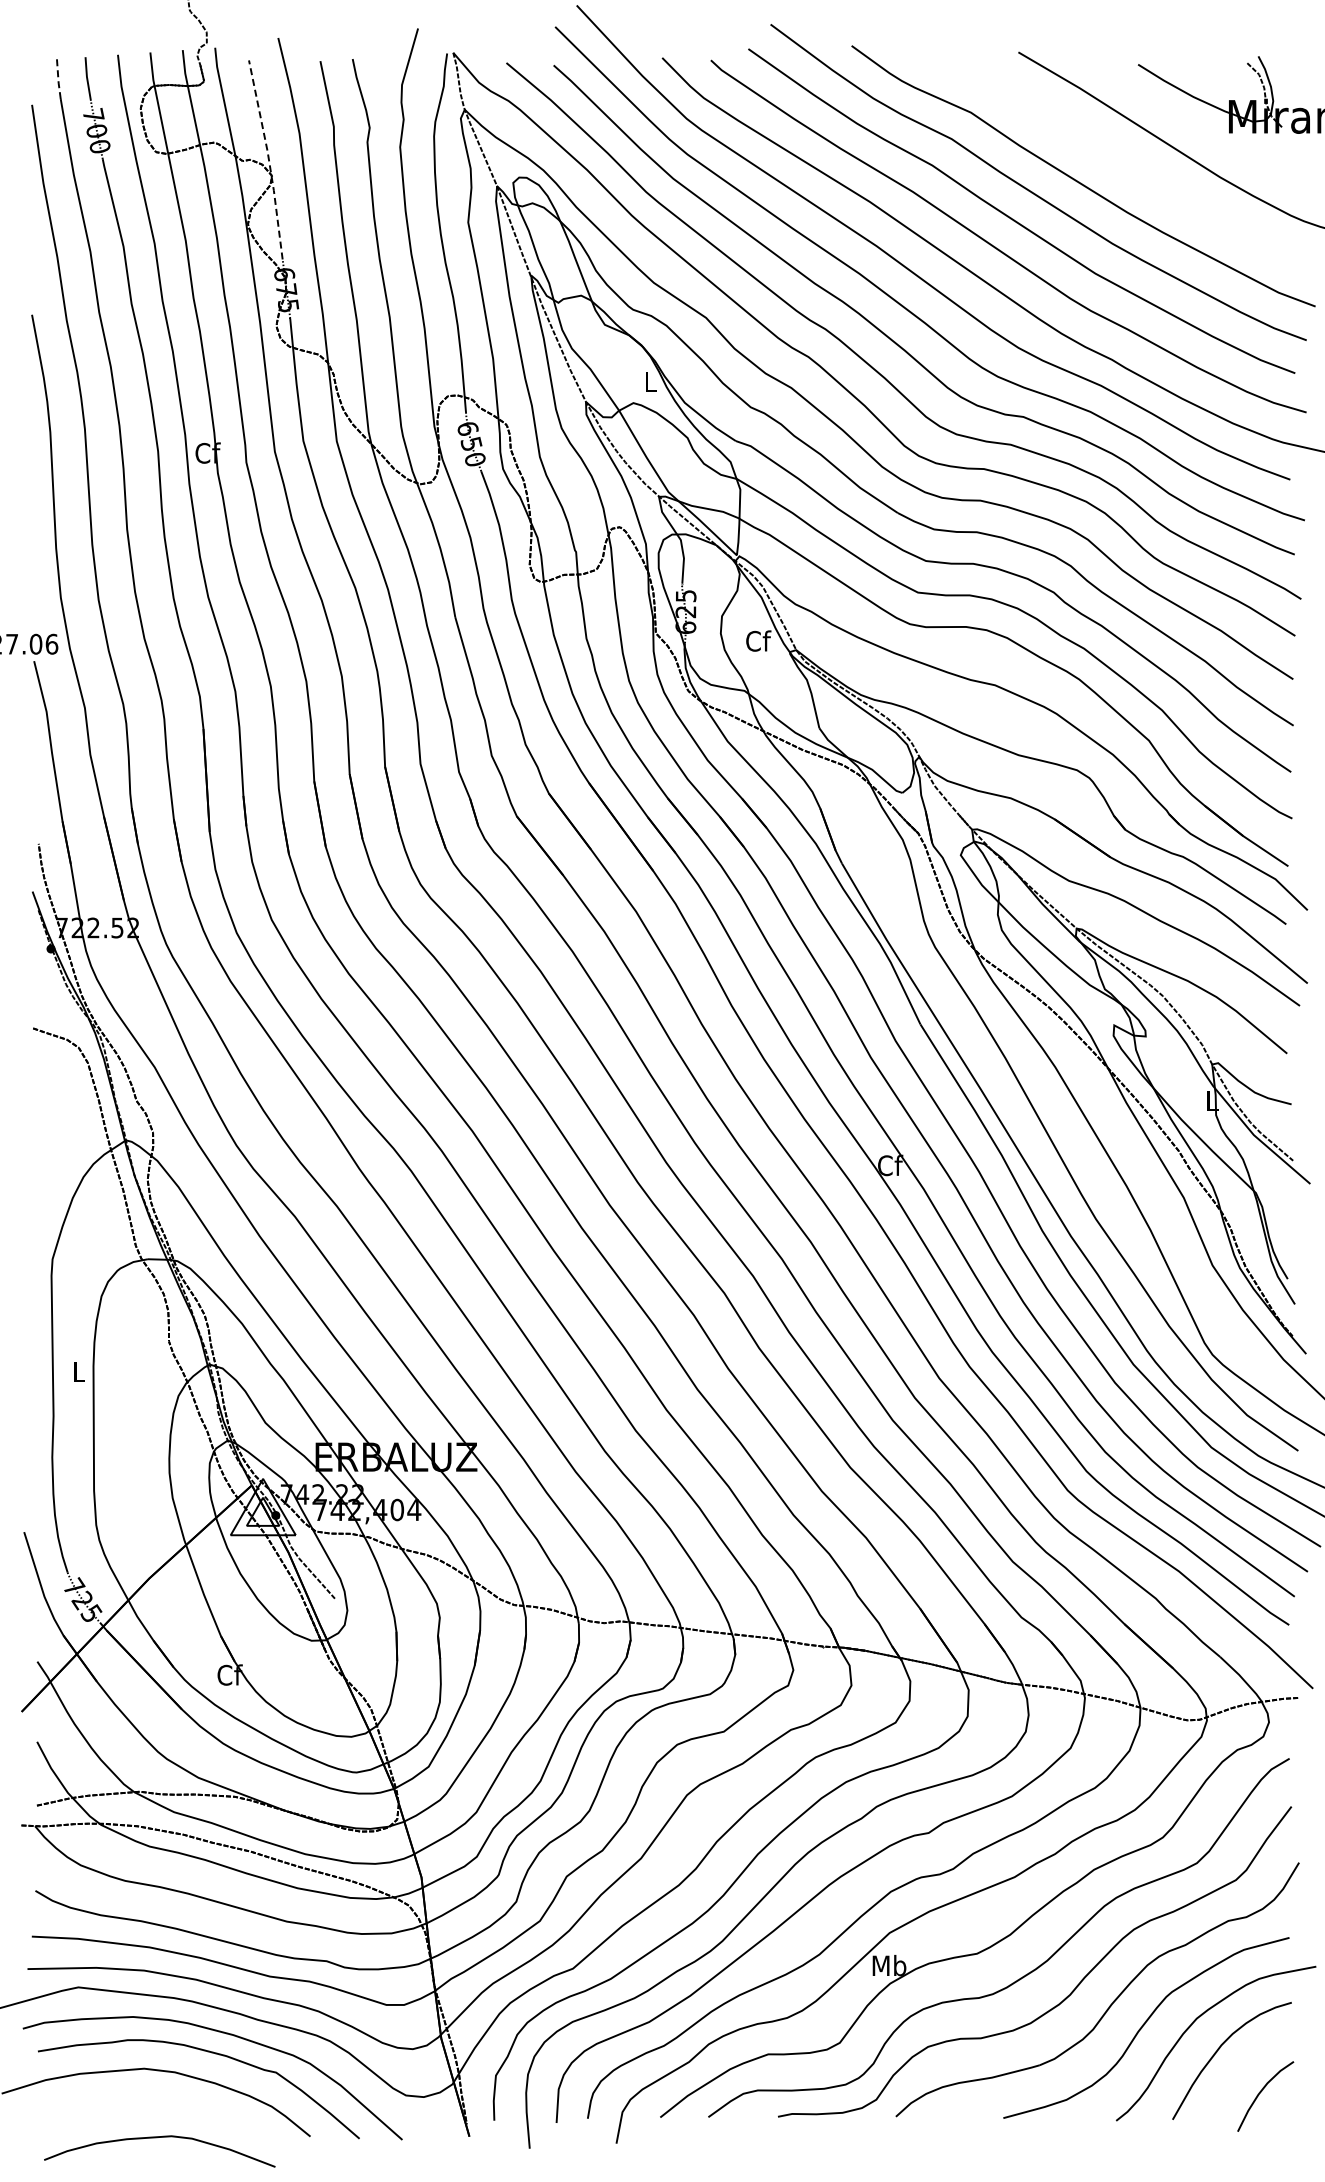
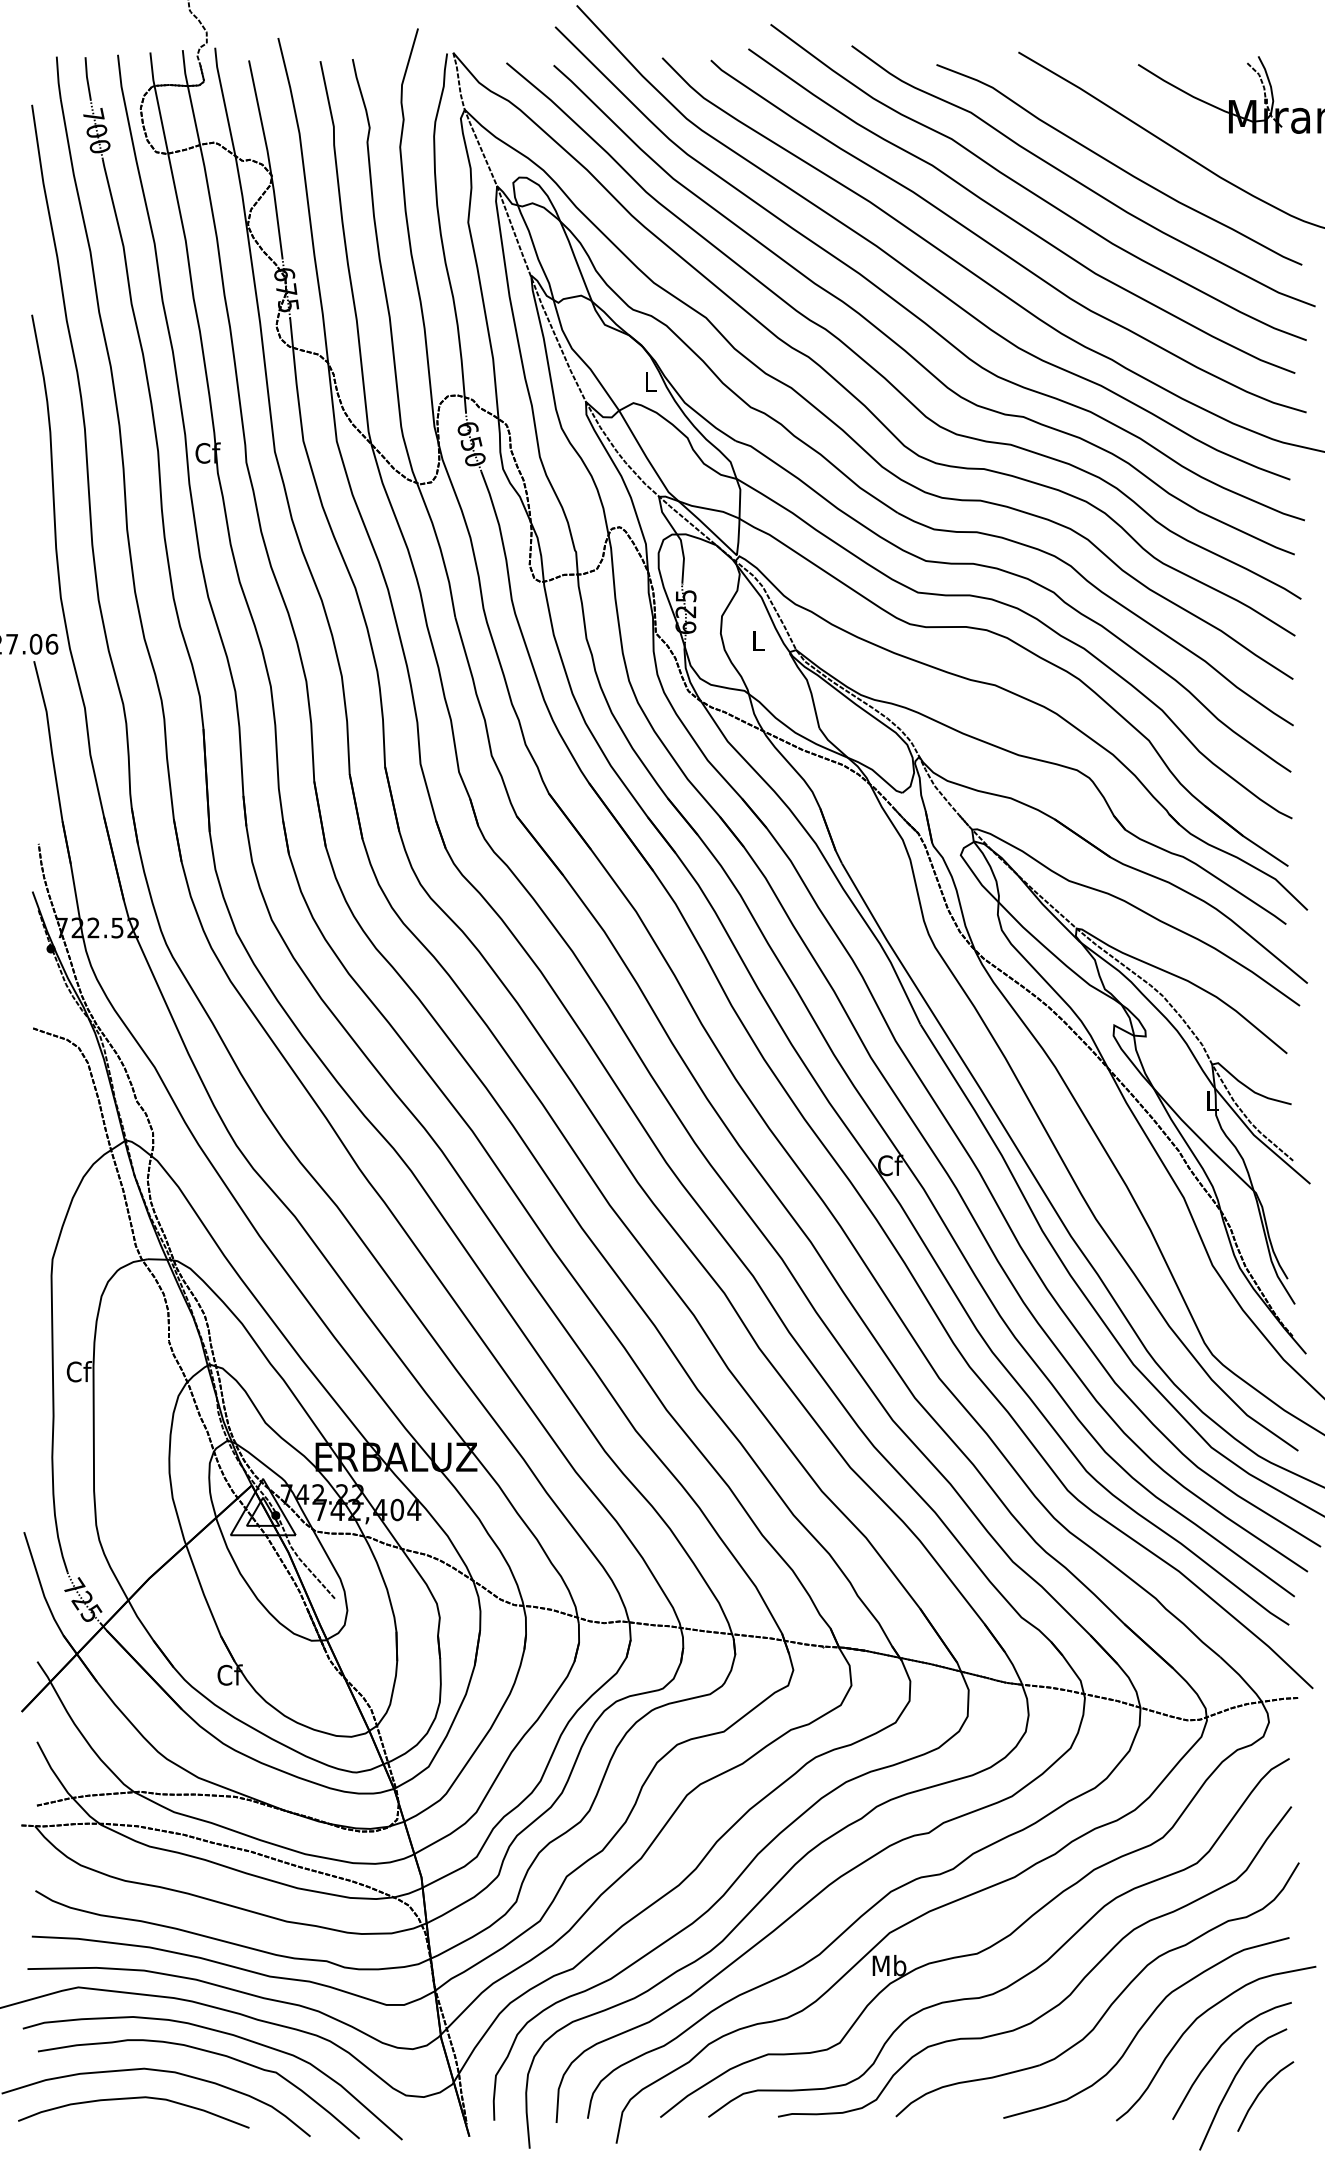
line at (58, 78): dashed -> solid
line at (268, 159): dashed -> solid
curve at (1119, 166): none -> present
text at (758, 640): Cf -> L
text at (79, 1371): L -> Cf
curve at (1232, 2083): none -> present
curve at (157, 2138) position: (157, 2138) -> (131, 2099)
